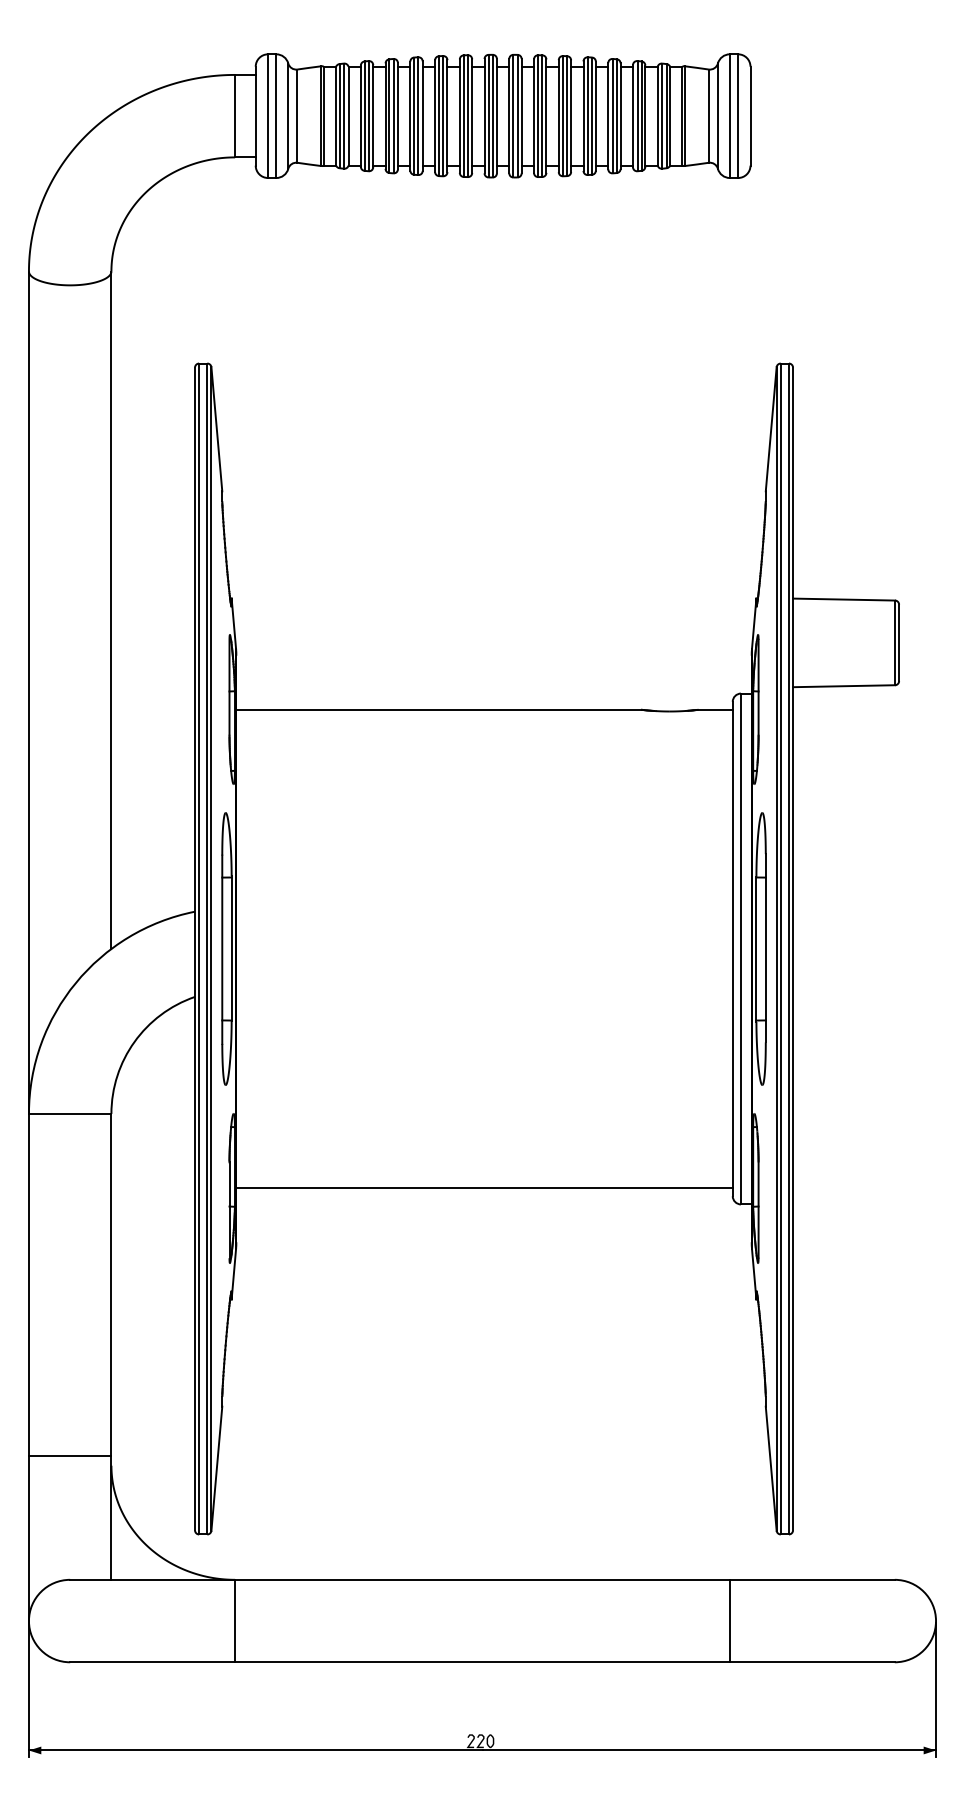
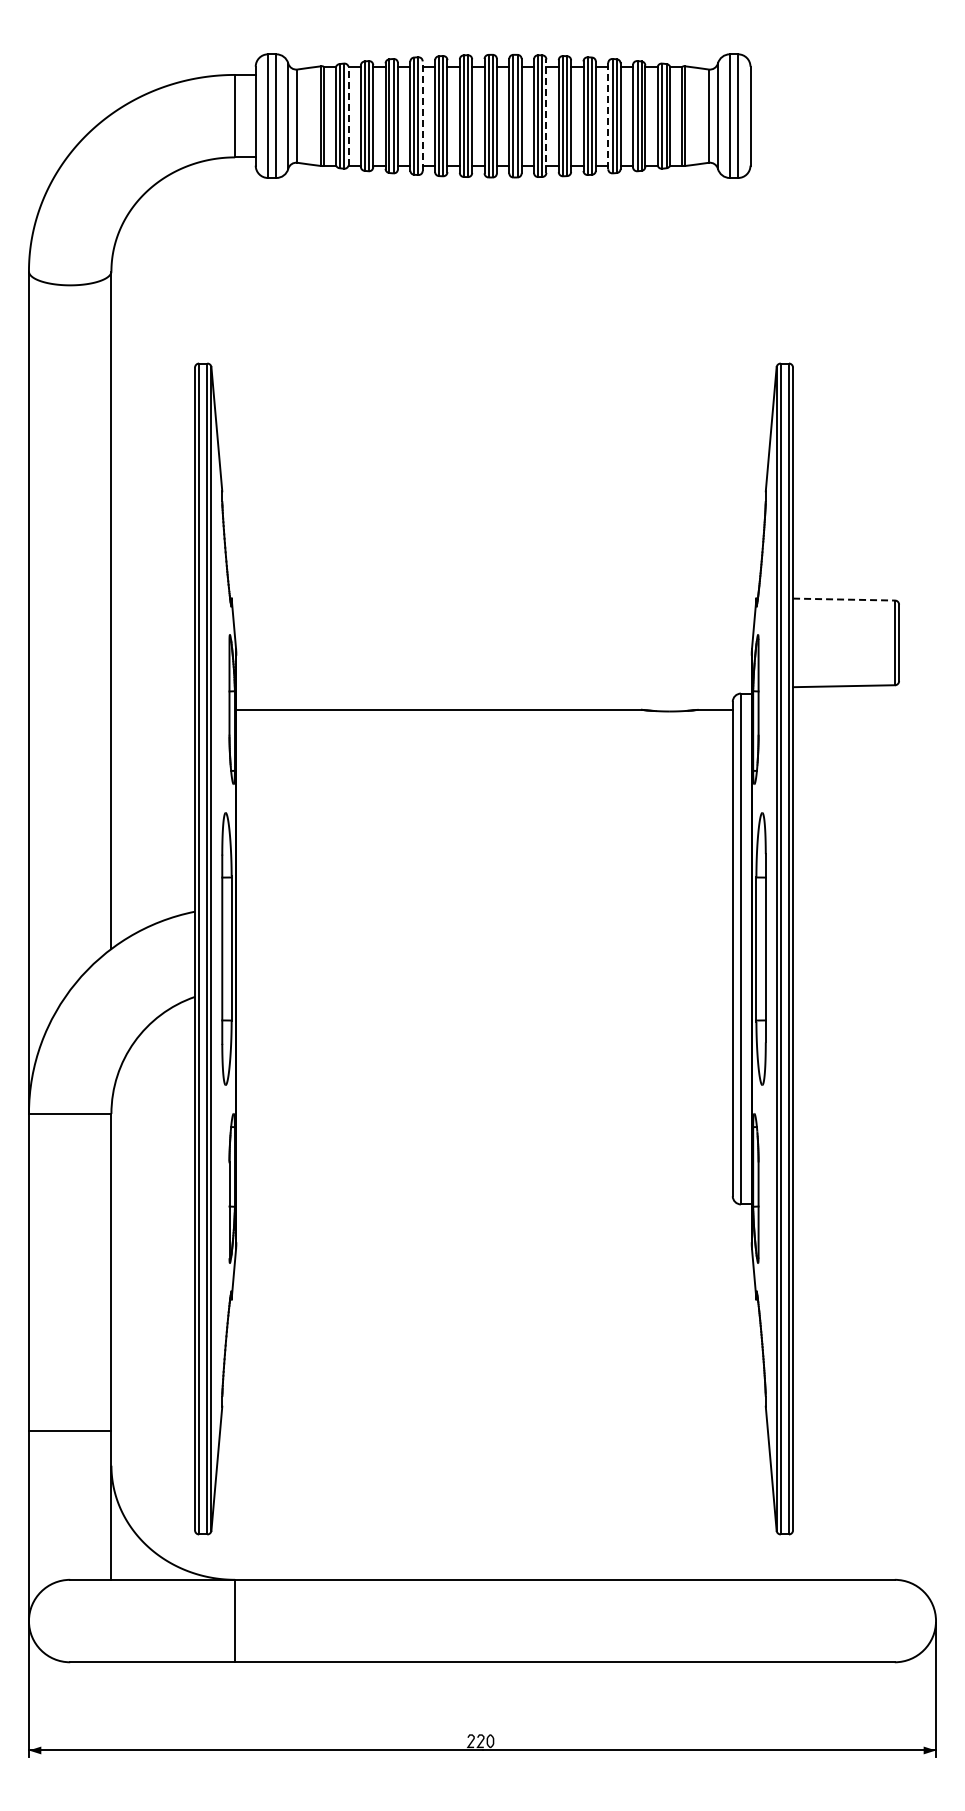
line at (348, 115): solid -> dashed
line at (422, 116): solid -> dashed
line at (546, 116): solid -> dashed
line at (608, 116): solid -> dashed
line at (844, 599): solid -> dashed
line at (484, 1188): present -> none
line at (69, 1456) position: (69, 1456) -> (69, 1431)
line at (729, 1620): present -> none
